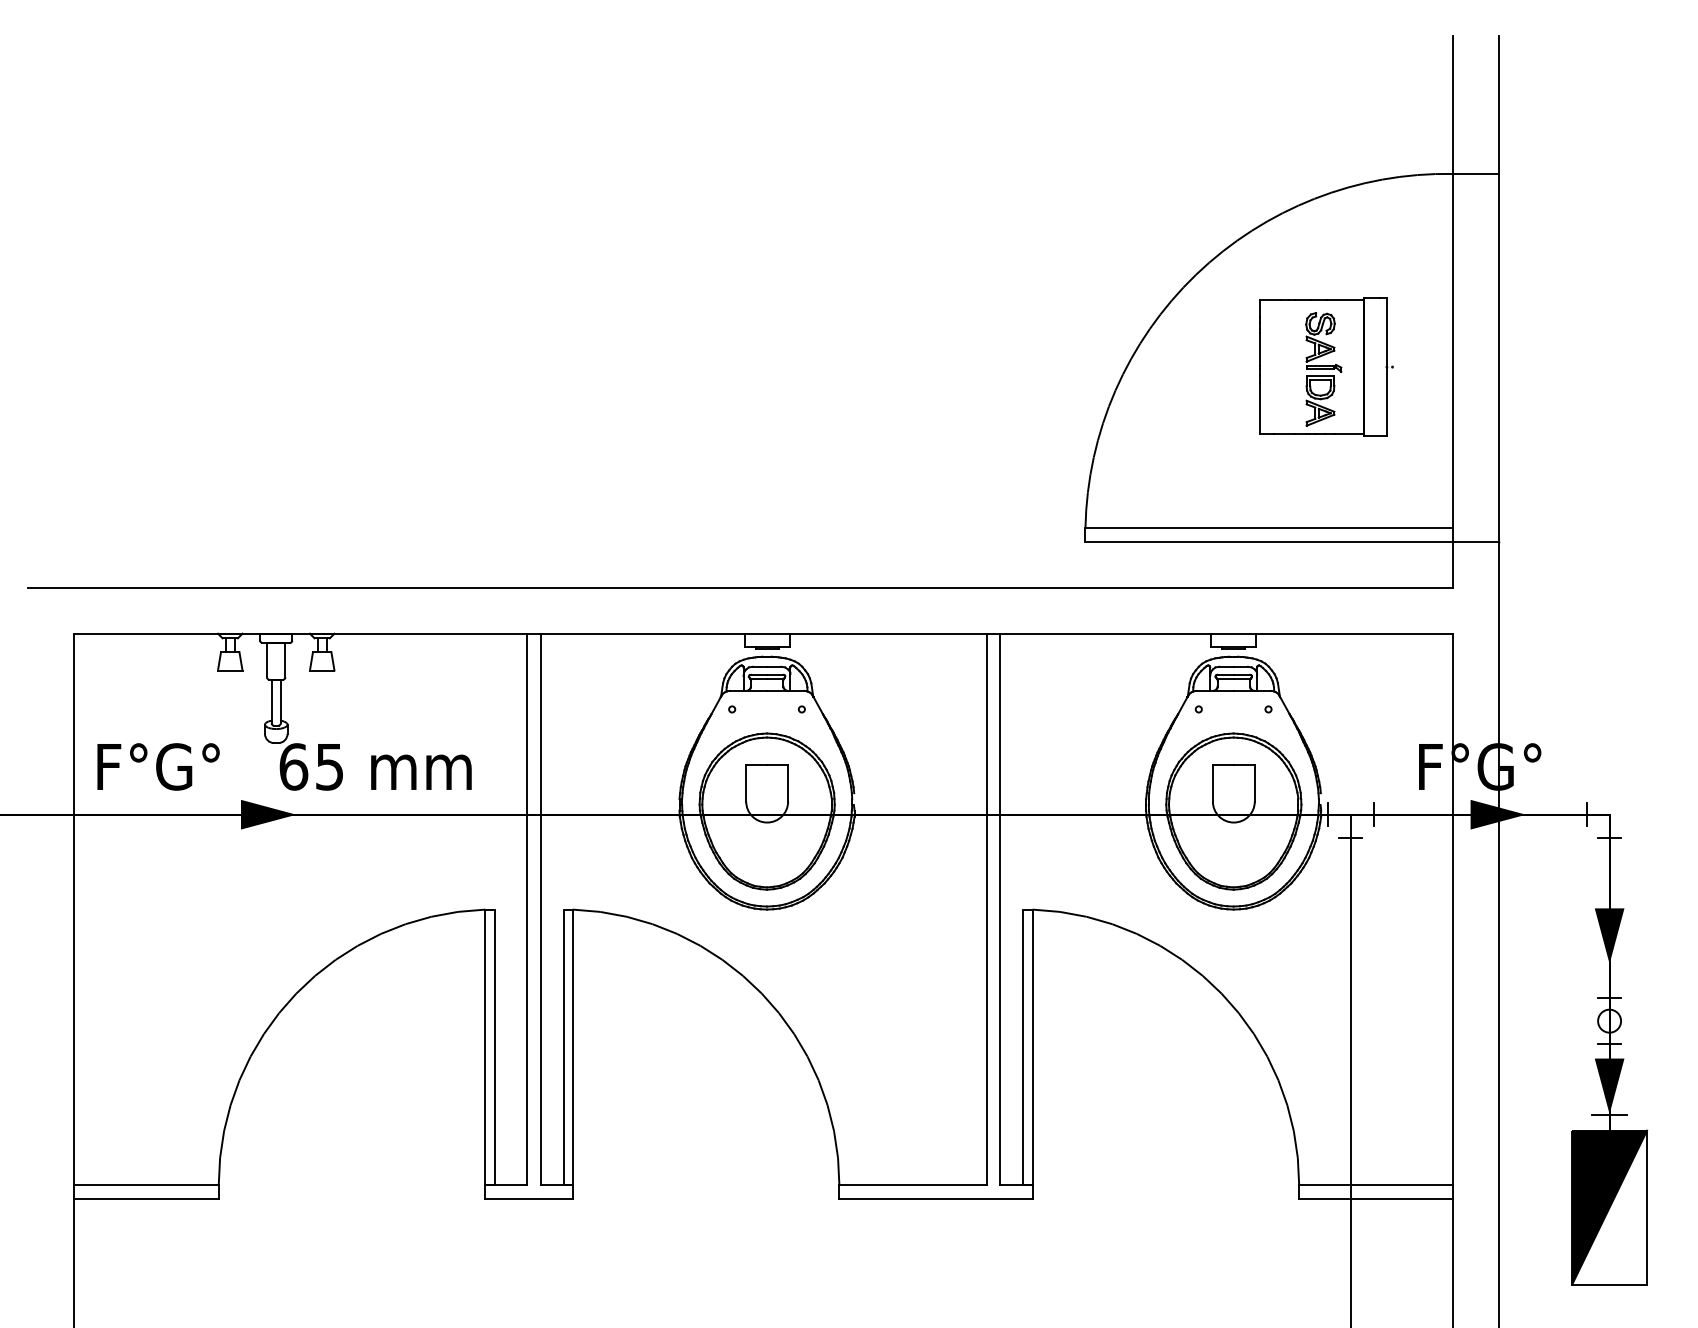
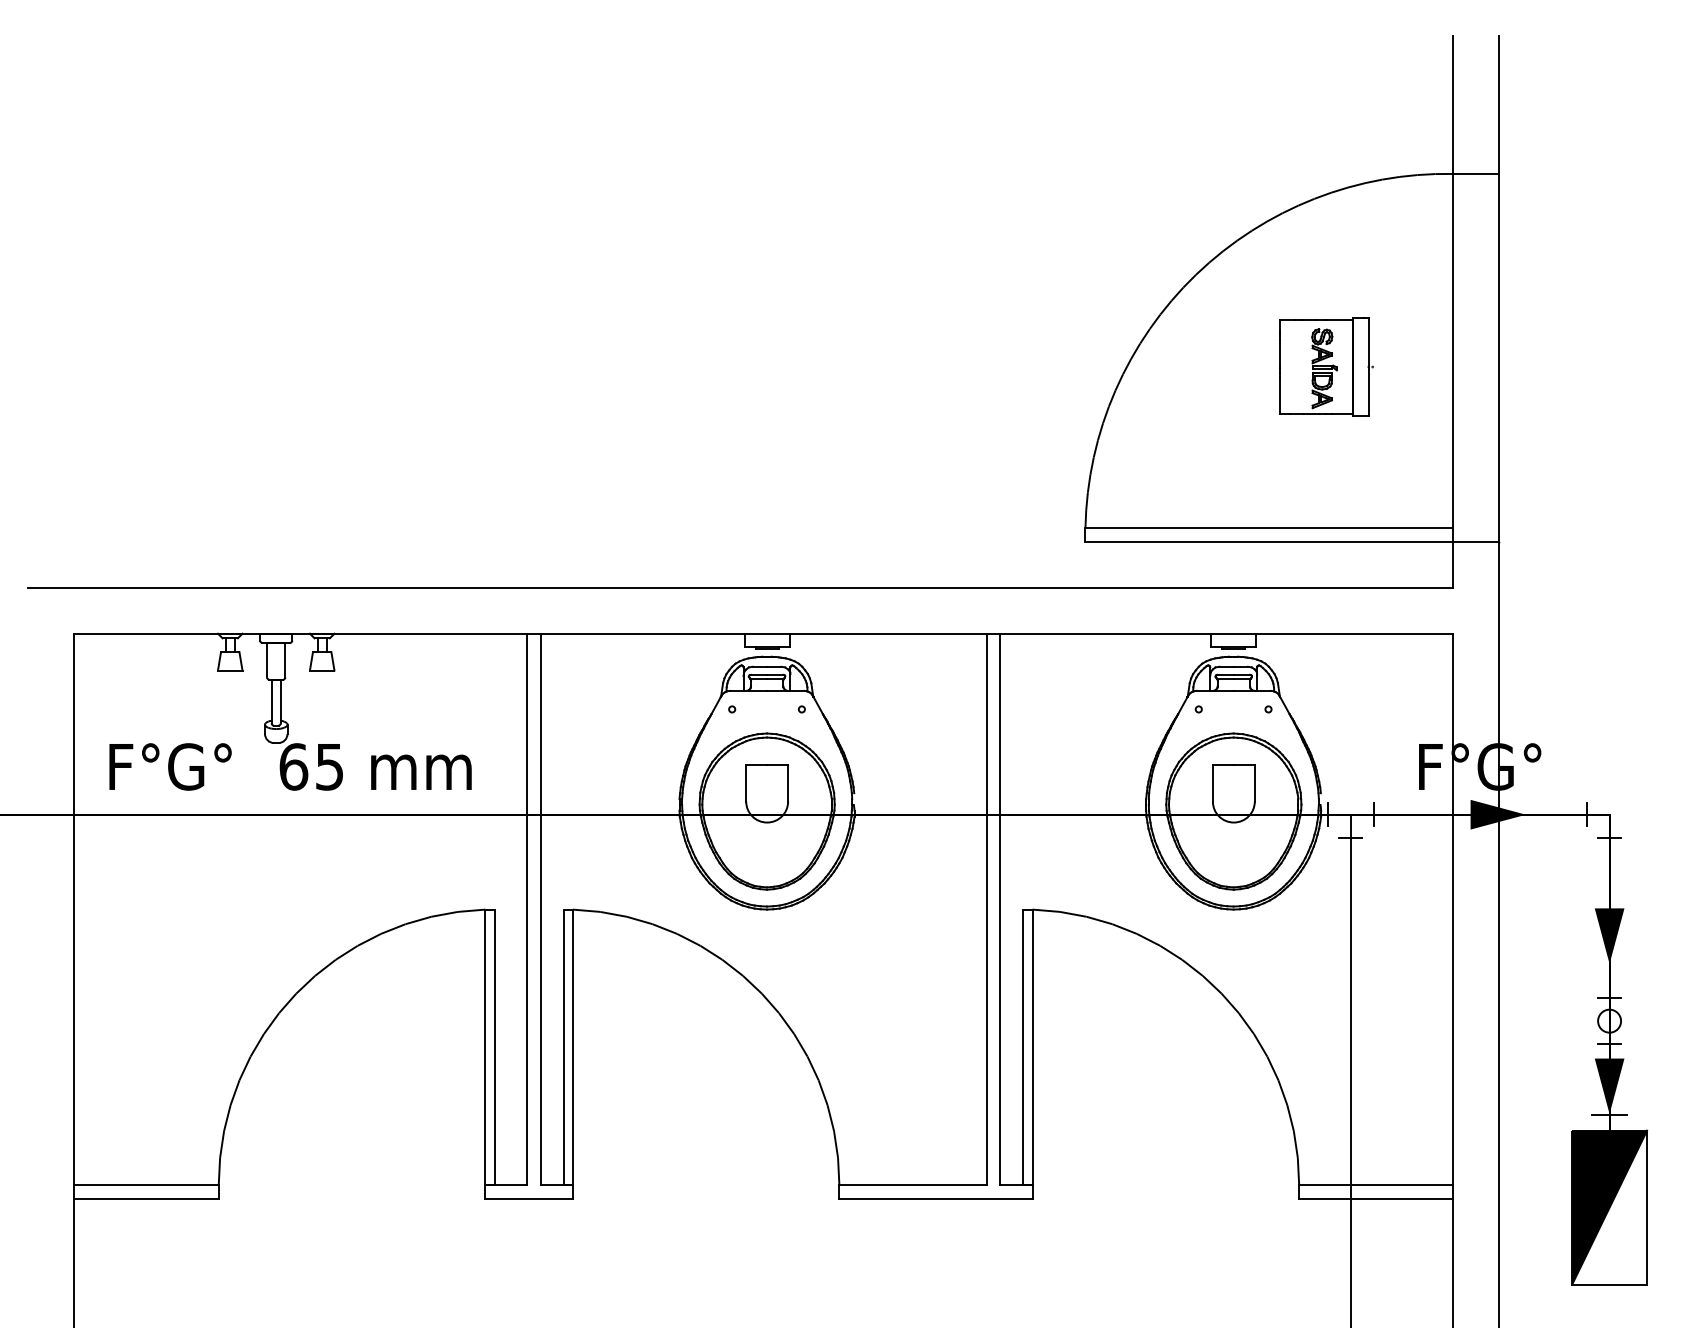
part at (1326, 366) size: 135x140 px -> 95x100 px
text at (158, 766) position: (158, 766) -> (170, 766)
fill at (268, 814): present -> none
